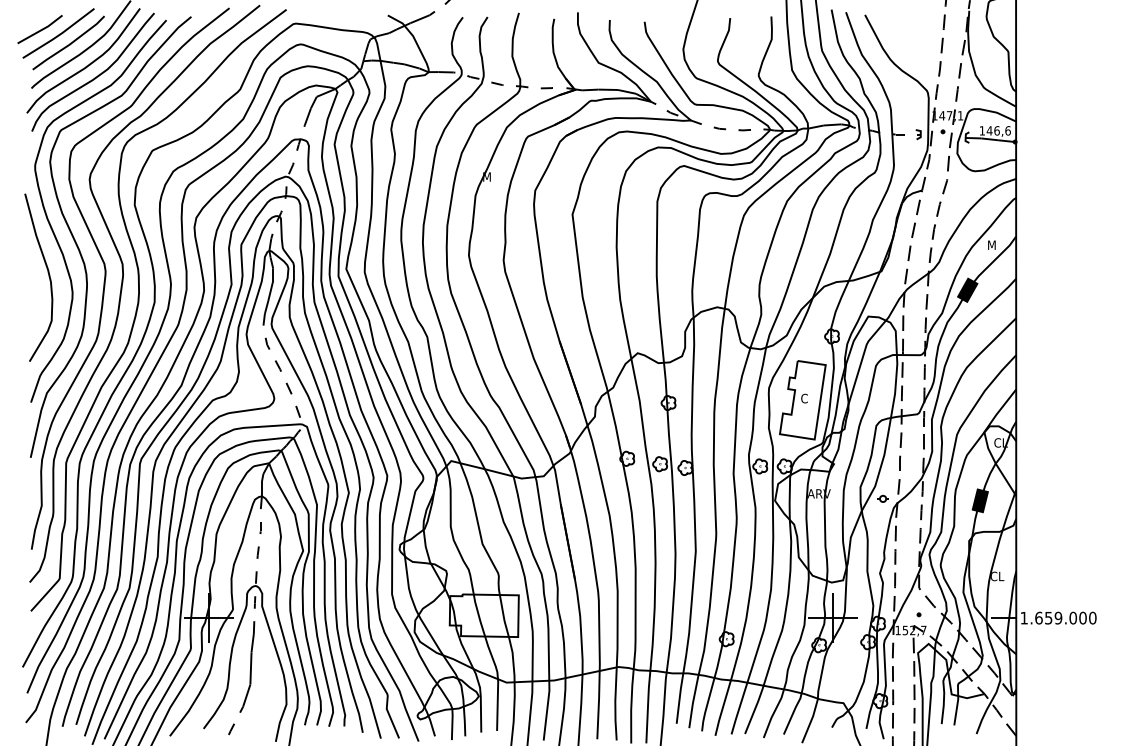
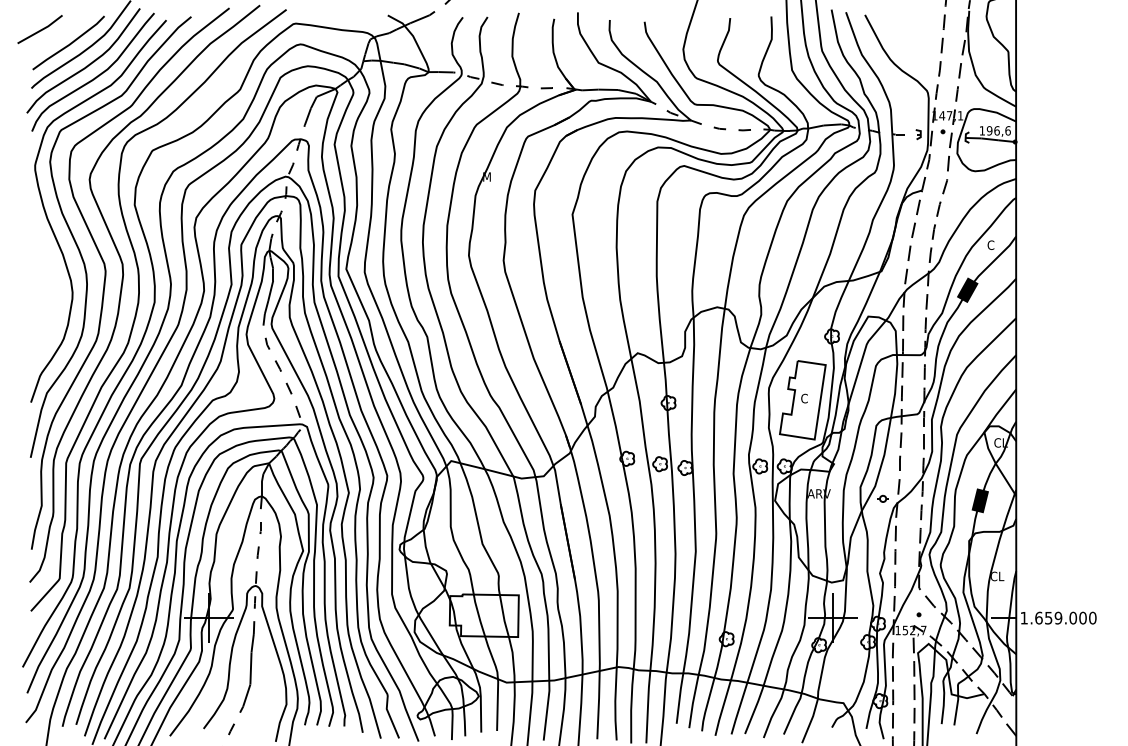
line at (59, 33): present -> none
text at (989, 130): 146,6 -> 196,6
text at (991, 244): M -> C
curve at (48, 276): present -> none
